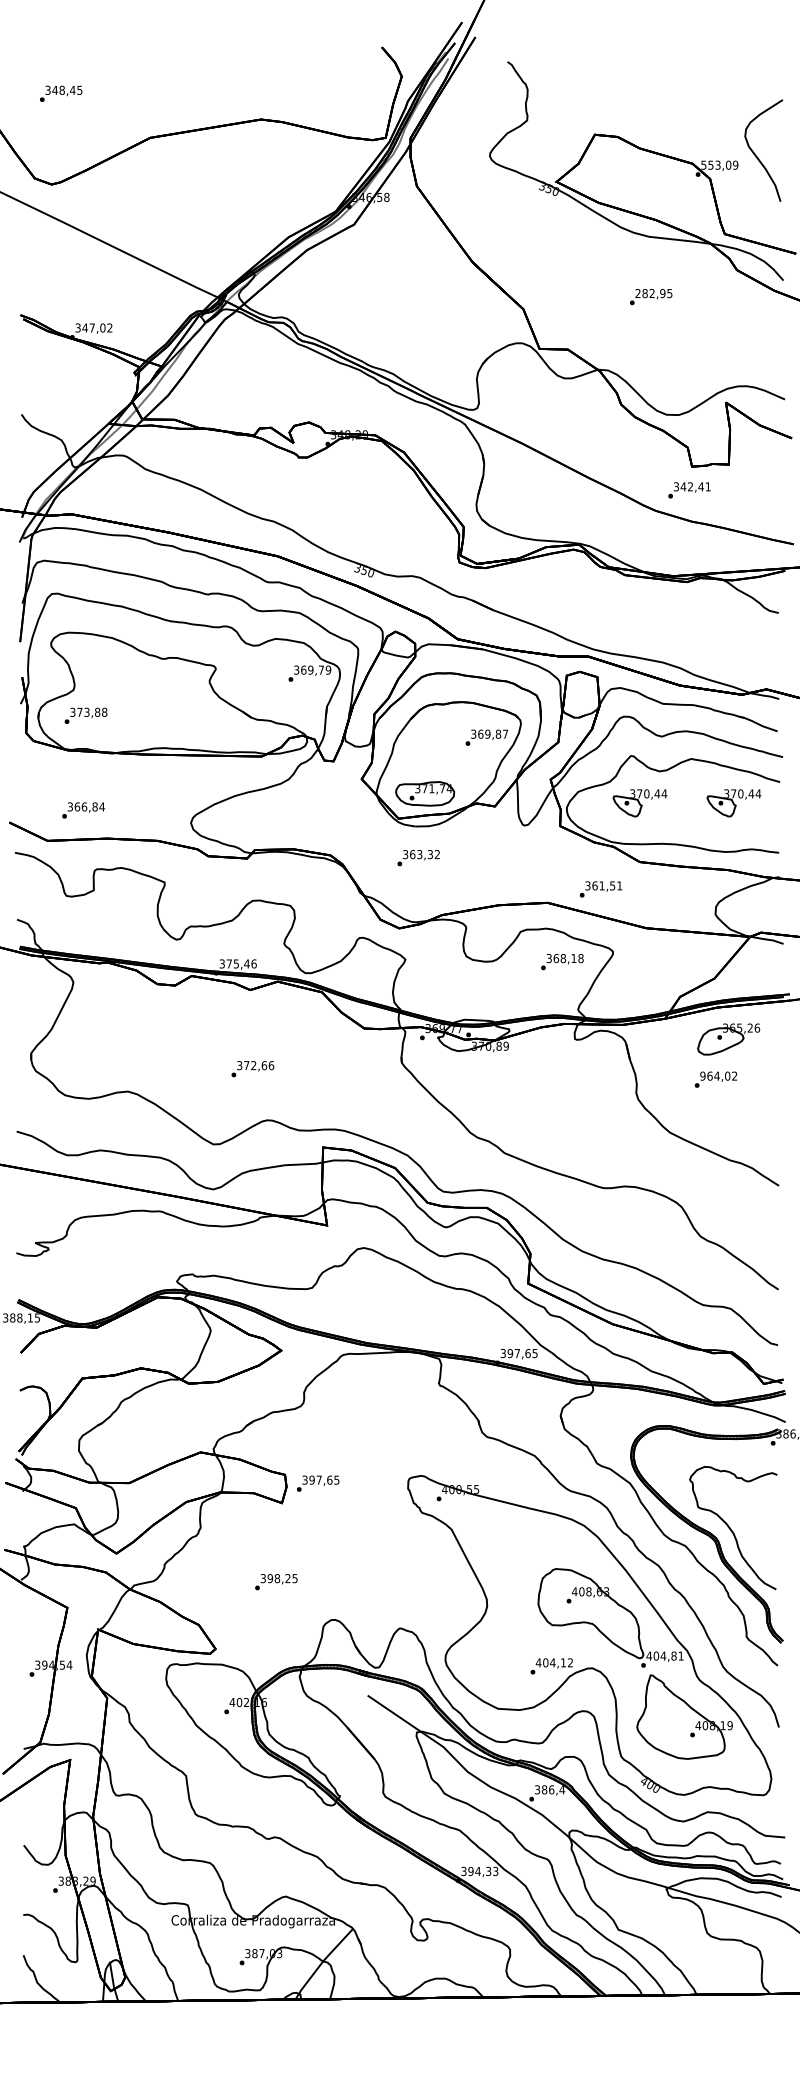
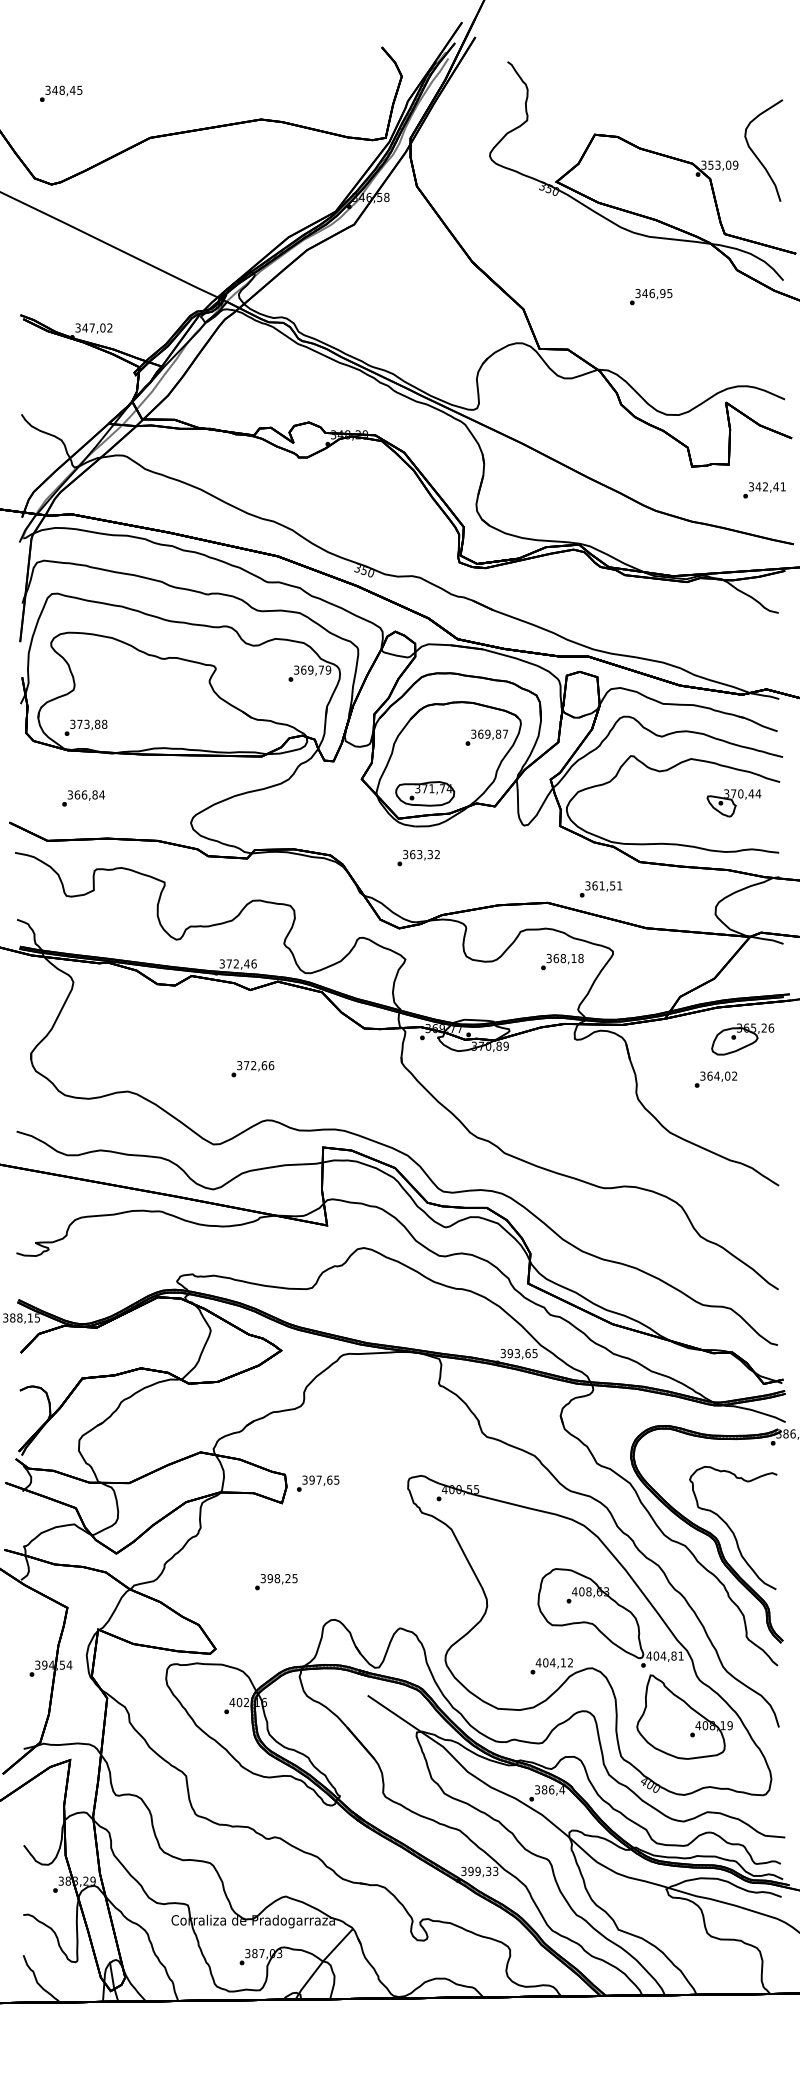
text at (703, 164): 553,09 -> 353,09
text at (644, 293): 282,95 -> 346,95
text at (689, 490) position: (689, 490) -> (764, 490)
text at (85, 715) position: (85, 715) -> (85, 727)
part at (639, 803): present -> none
text at (83, 810) position: (83, 810) -> (83, 798)
text at (235, 963): 375,46 -> 372,46
part at (728, 1039) position: (728, 1039) -> (742, 1039)
text at (702, 1075): 964,02 -> 364,02
text at (516, 1353): 397,65 -> 393,65
text at (477, 1871): 394,33 -> 399,33
